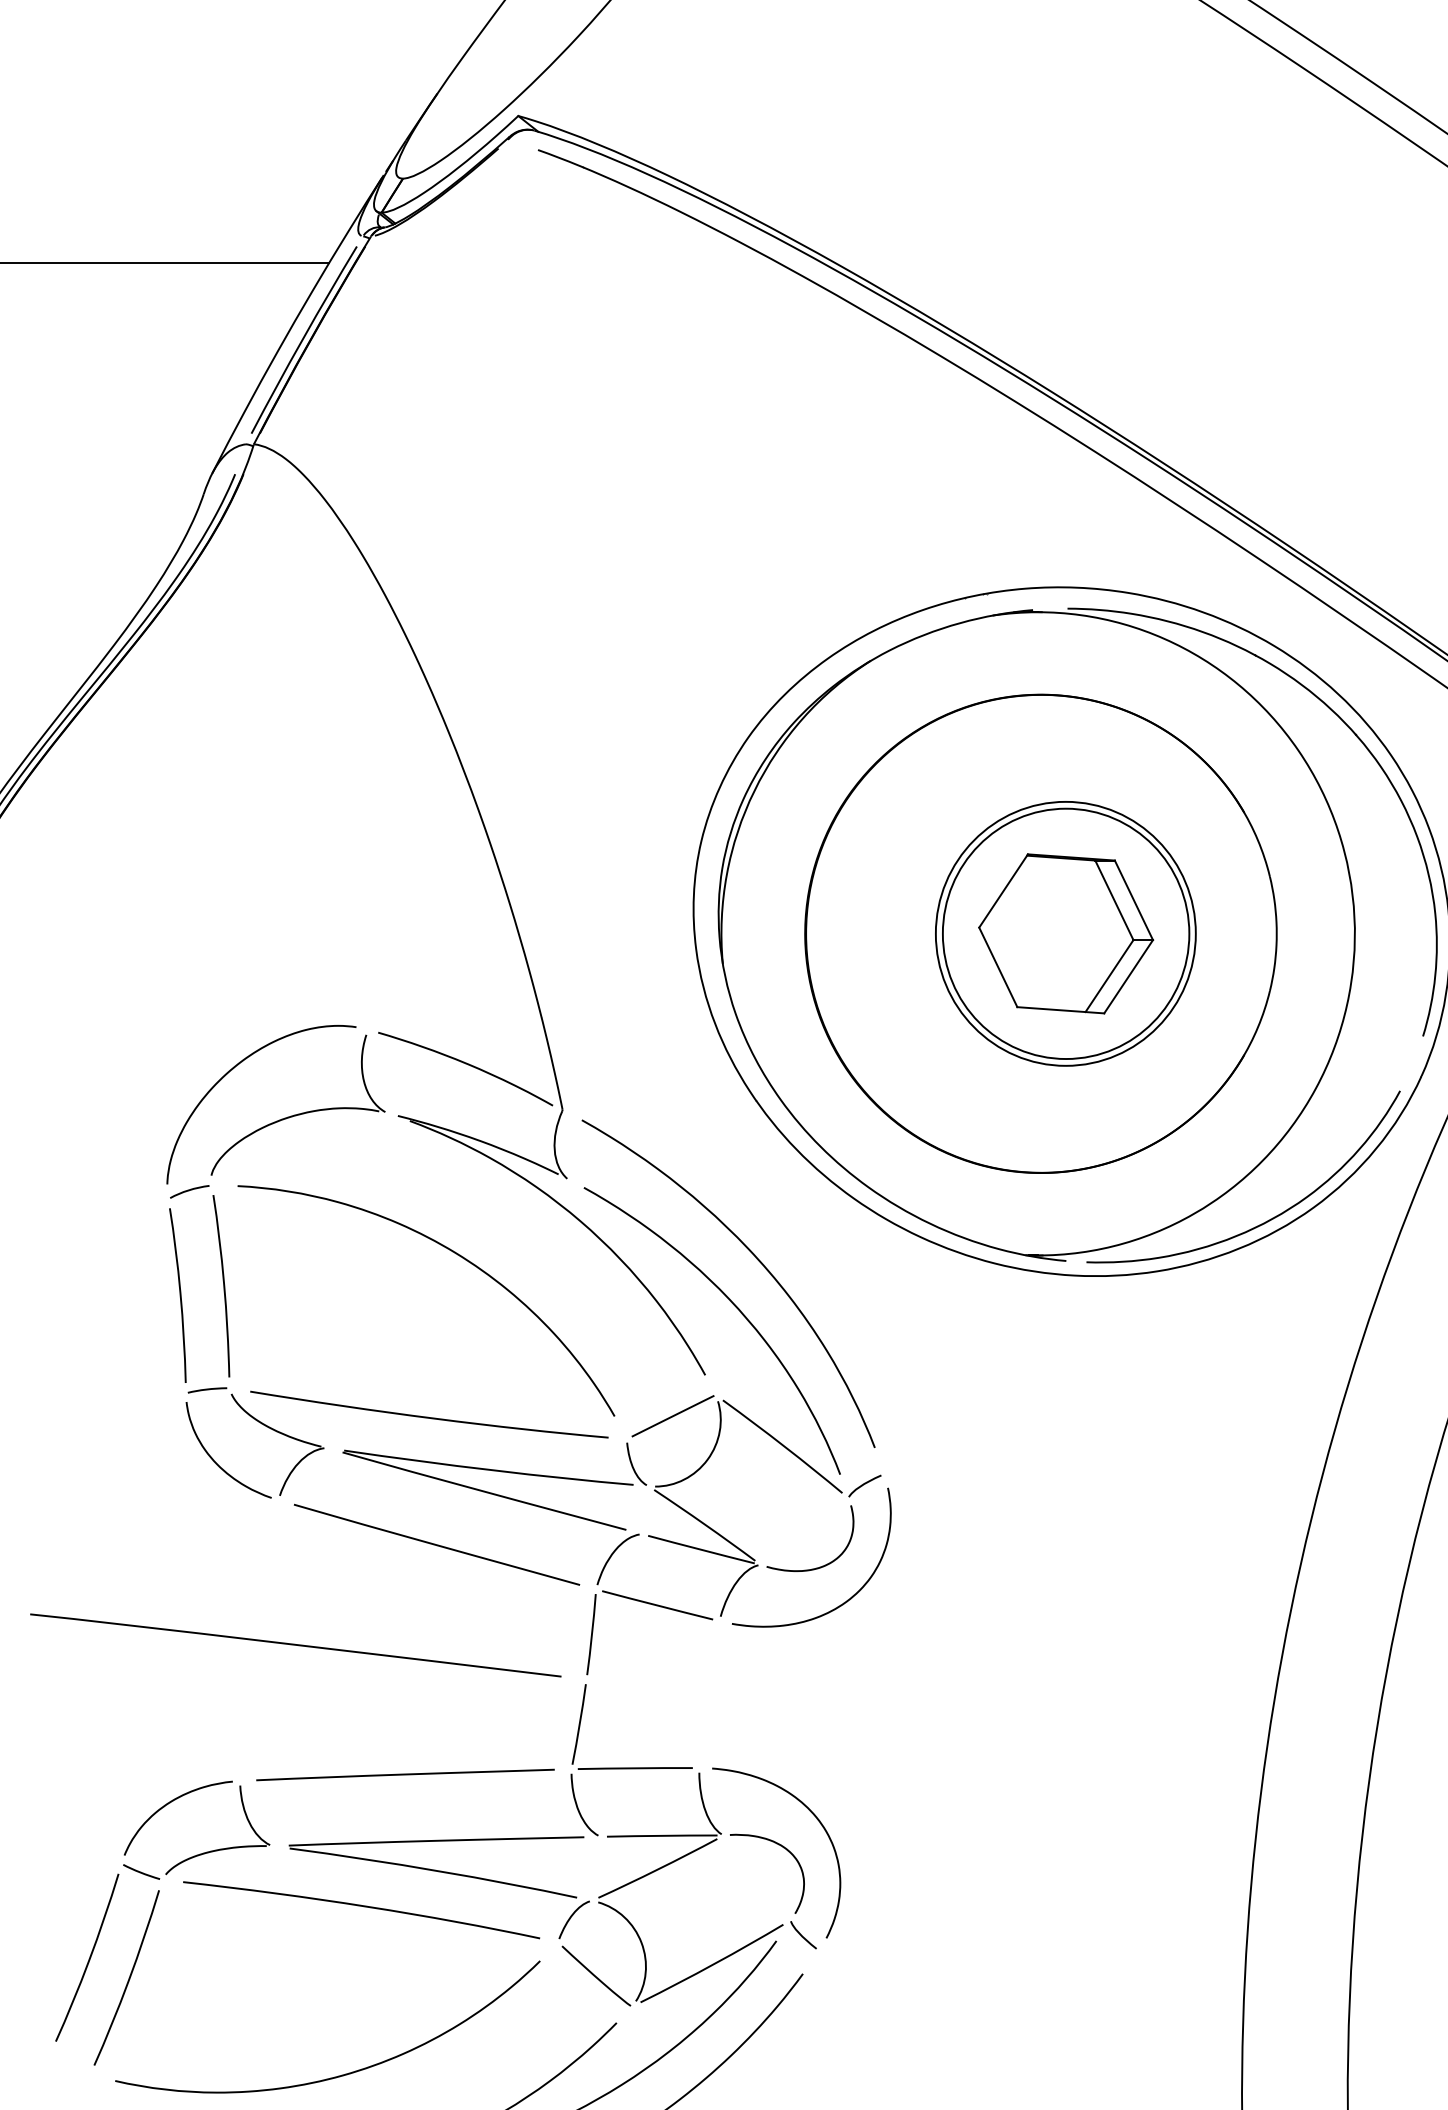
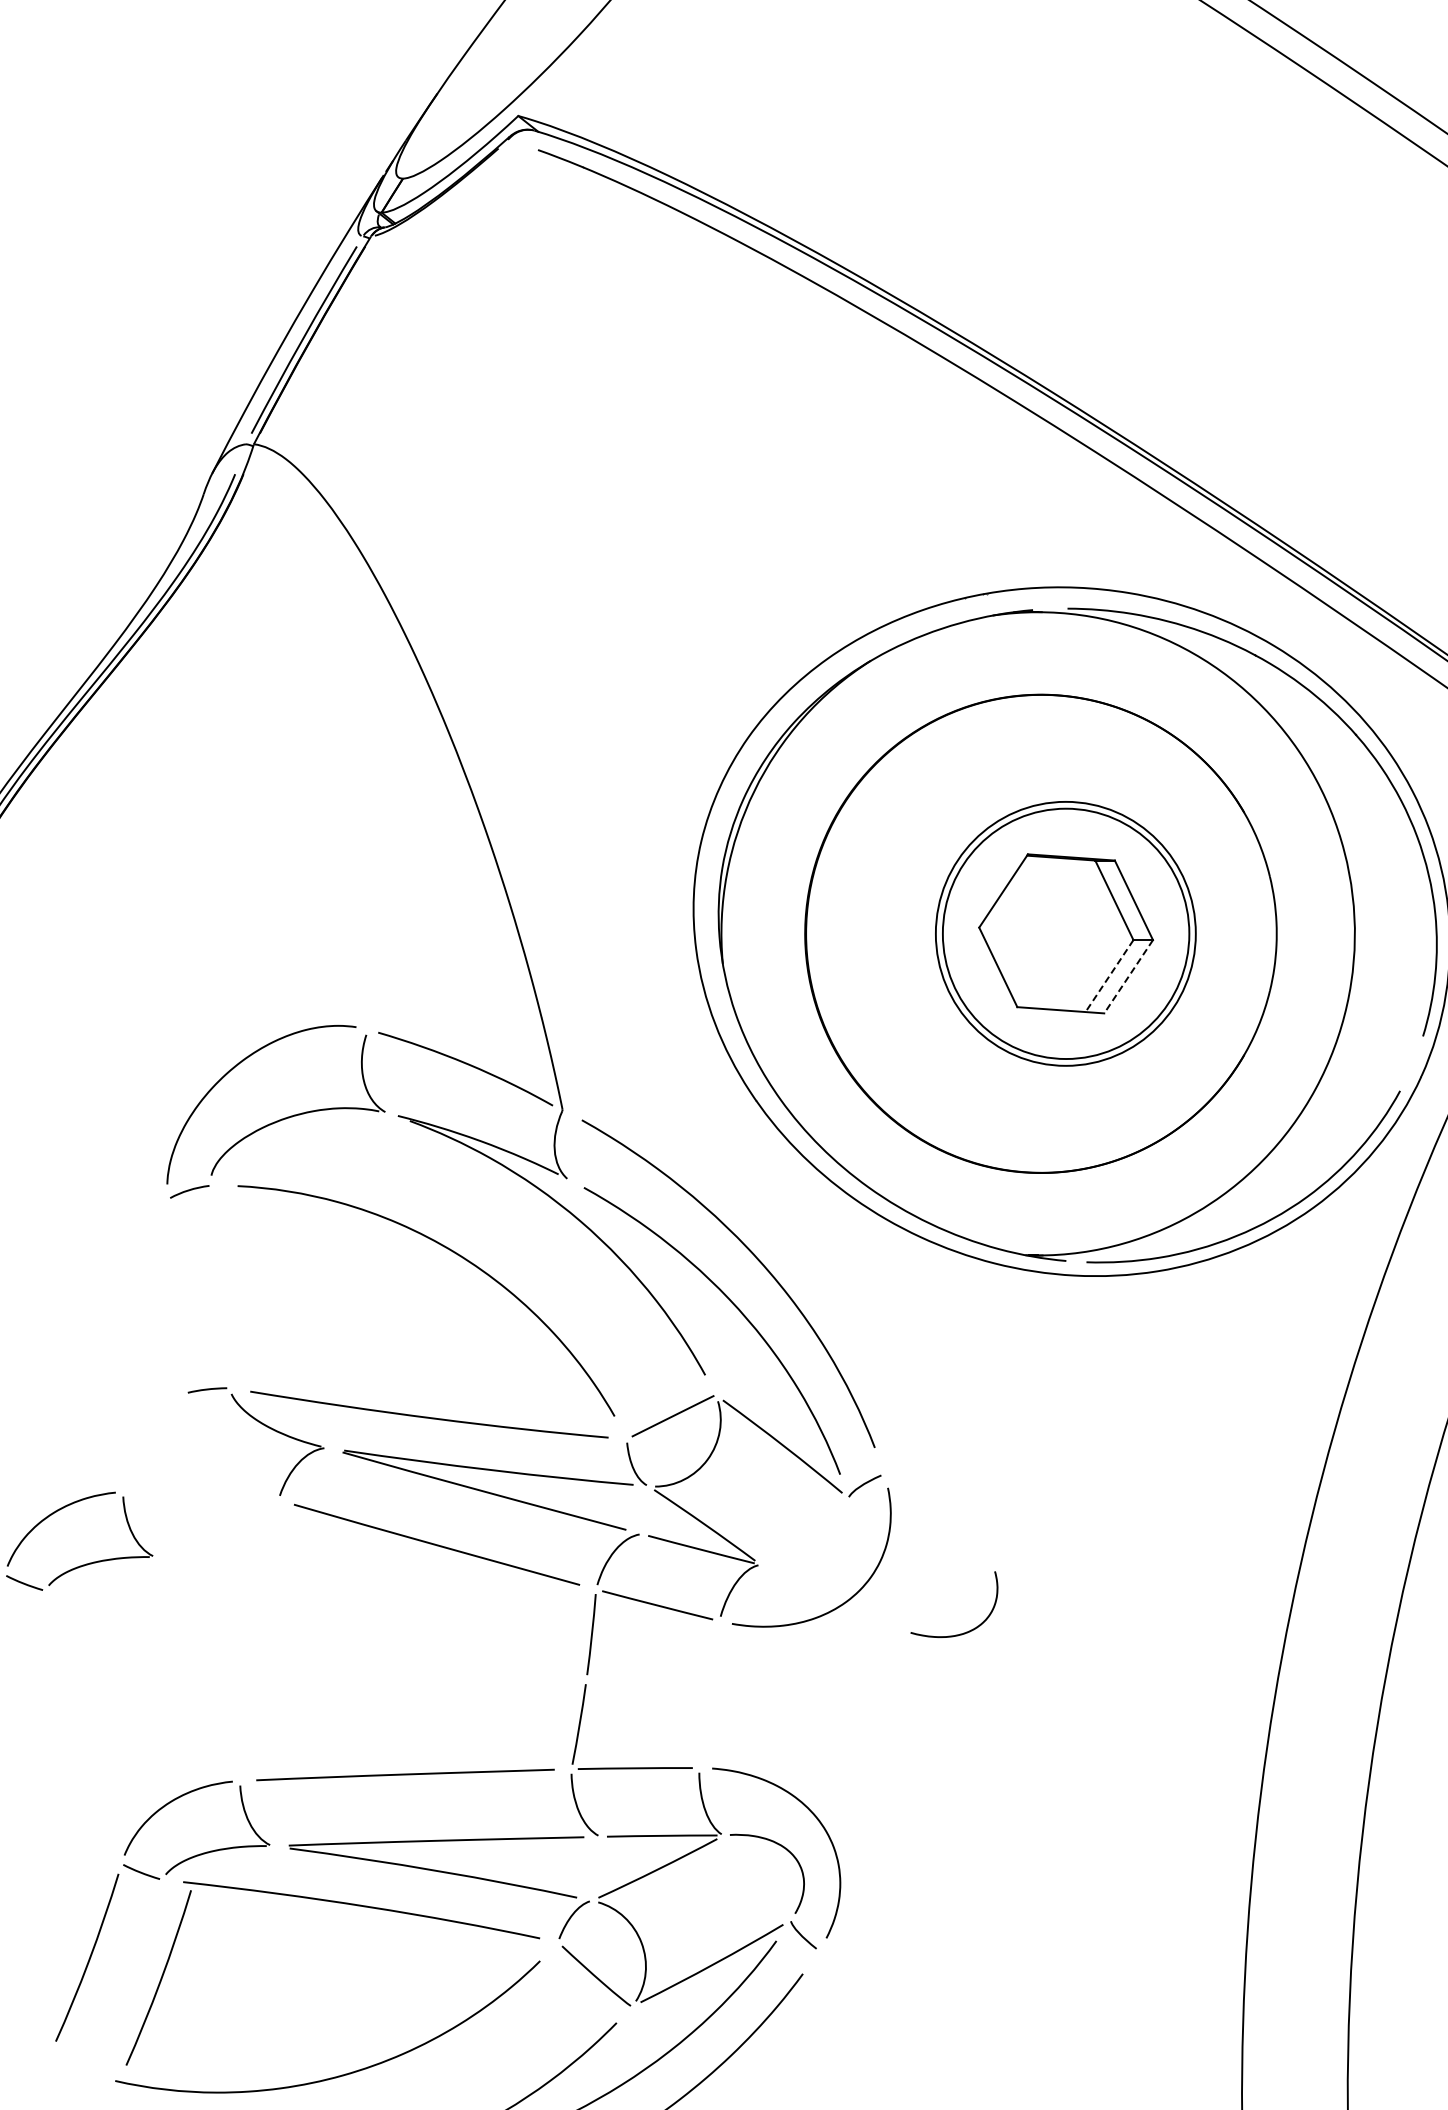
line at (165, 263): present -> none
line at (1109, 976): solid -> dashed
line at (1128, 977): solid -> dashed
curve at (223, 1286): present -> none
curve at (179, 1295): present -> none
curve at (216, 1462): present -> none
part at (86, 1563): none -> present
curve at (819, 1566) position: (819, 1566) -> (963, 1632)
line at (295, 1645): present -> none
curve at (128, 1978) position: (128, 1978) -> (160, 1978)
